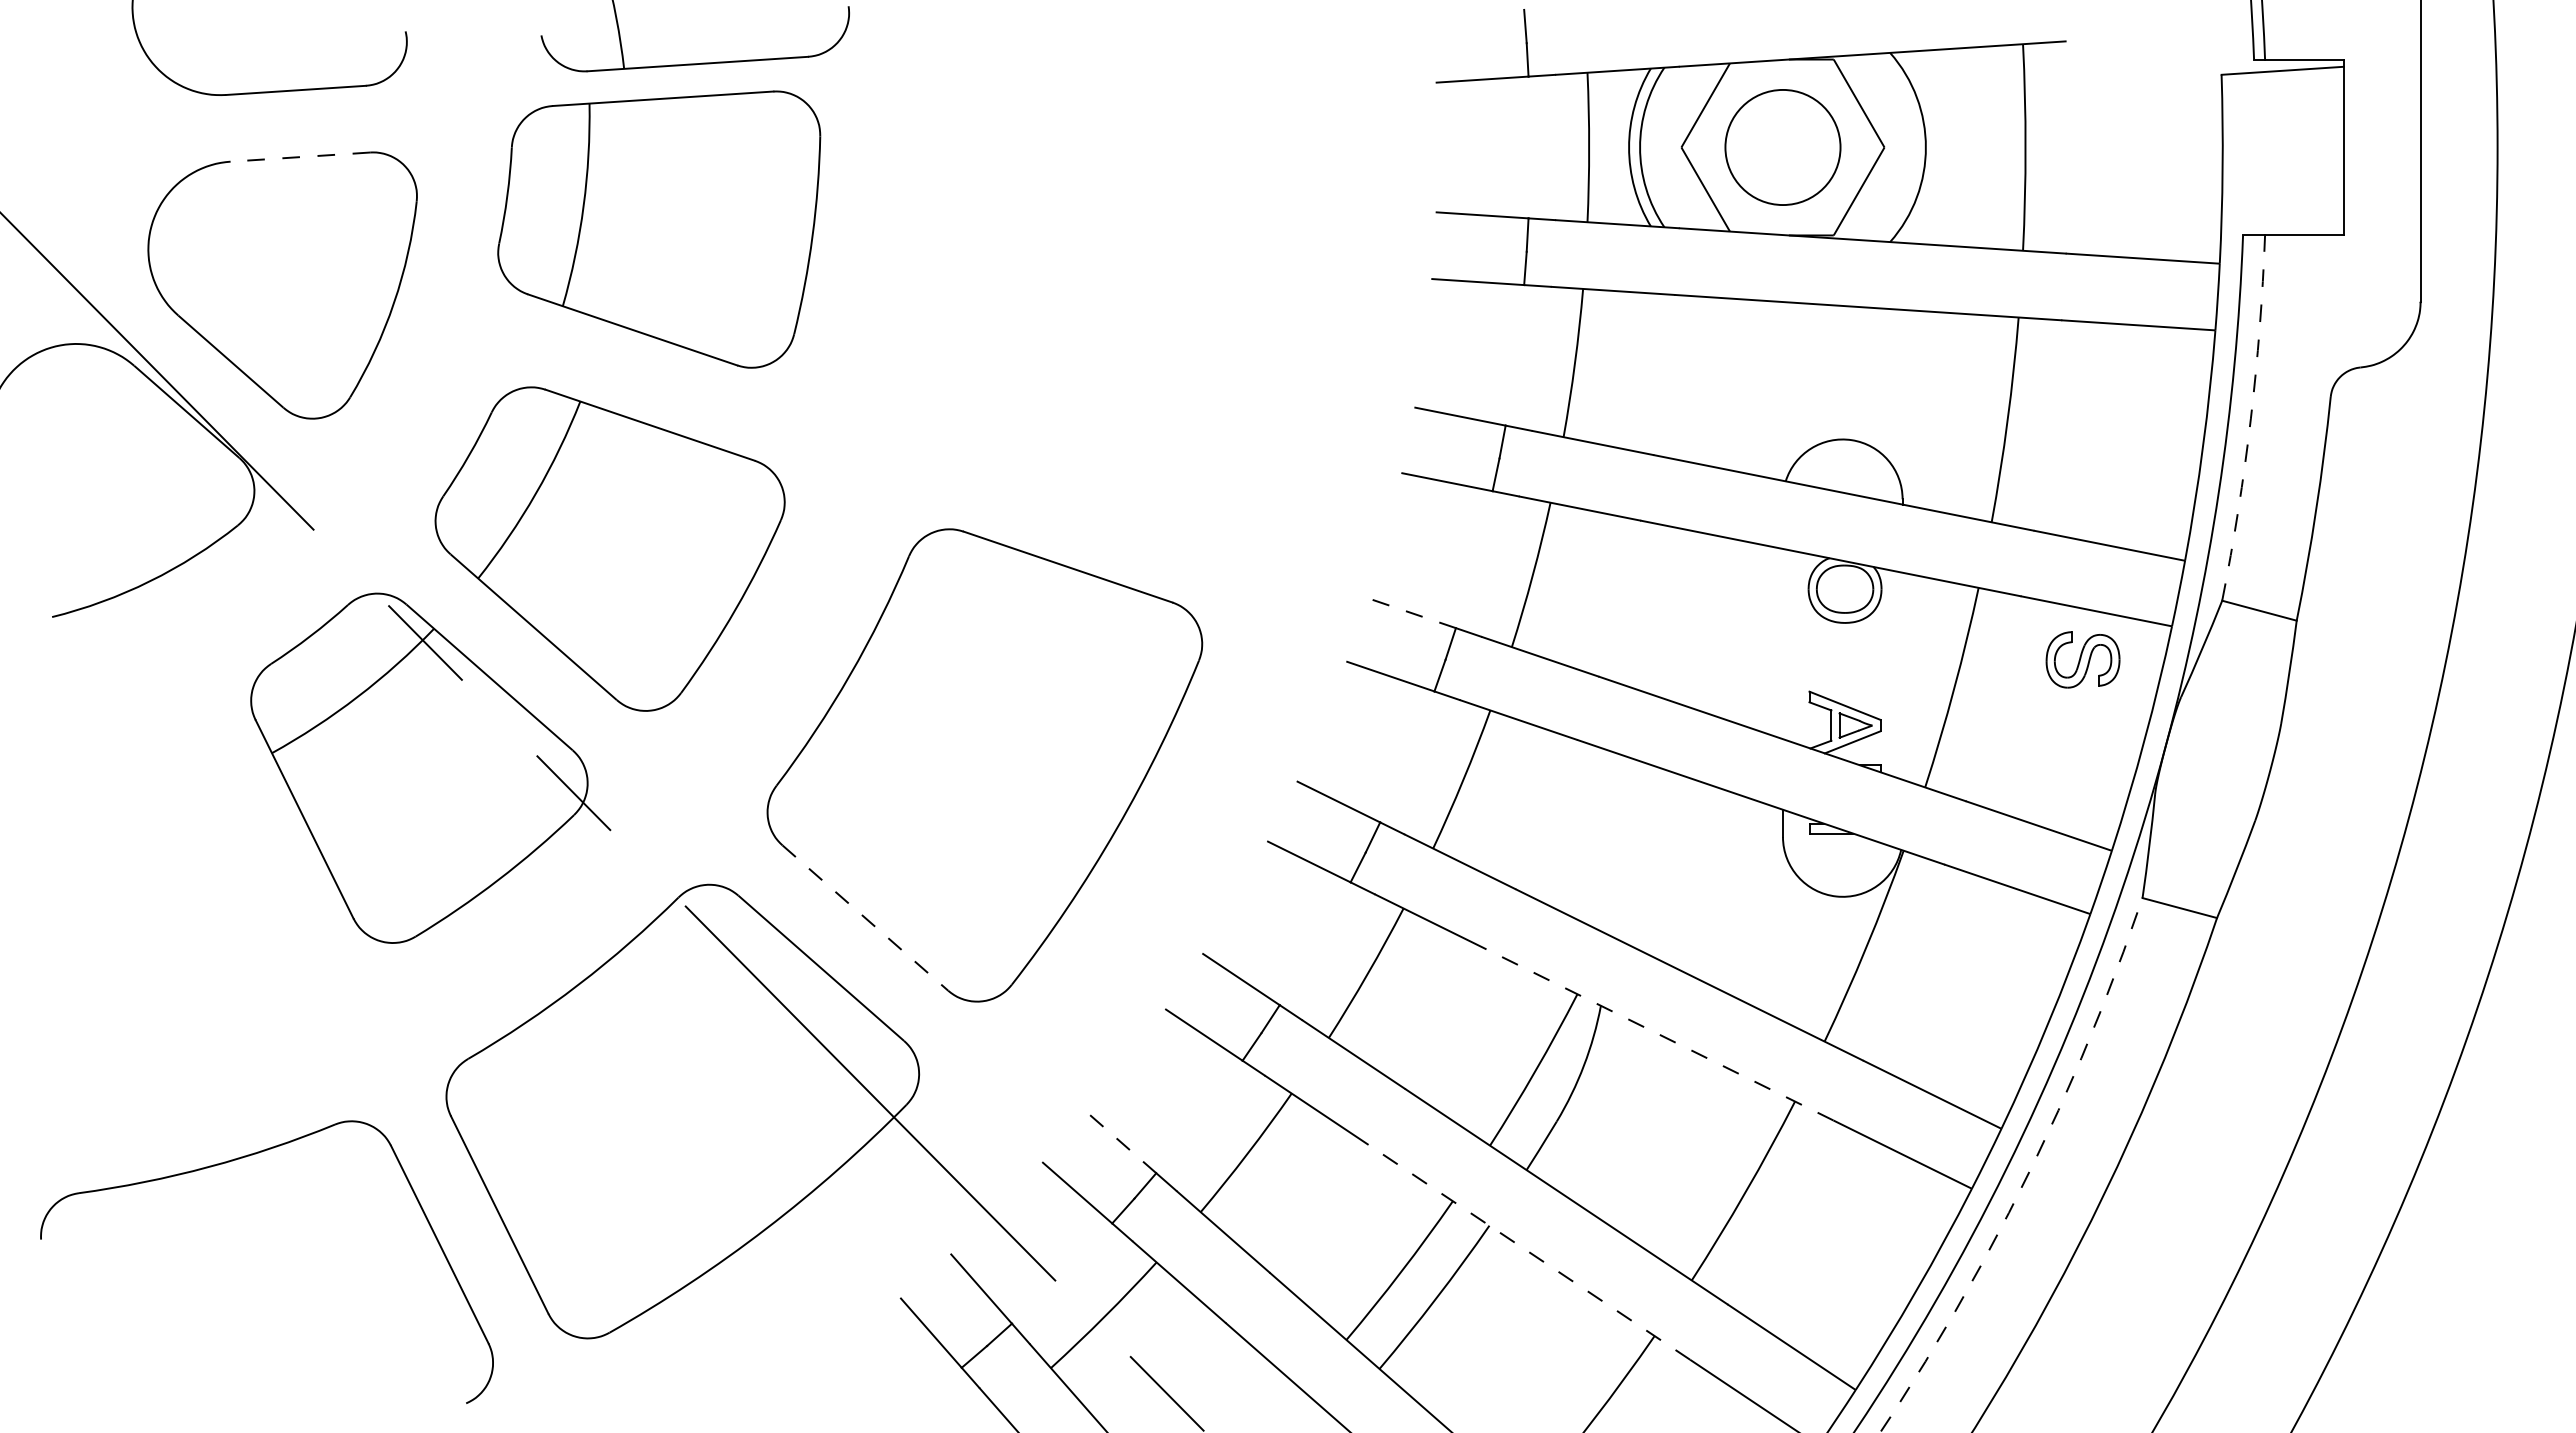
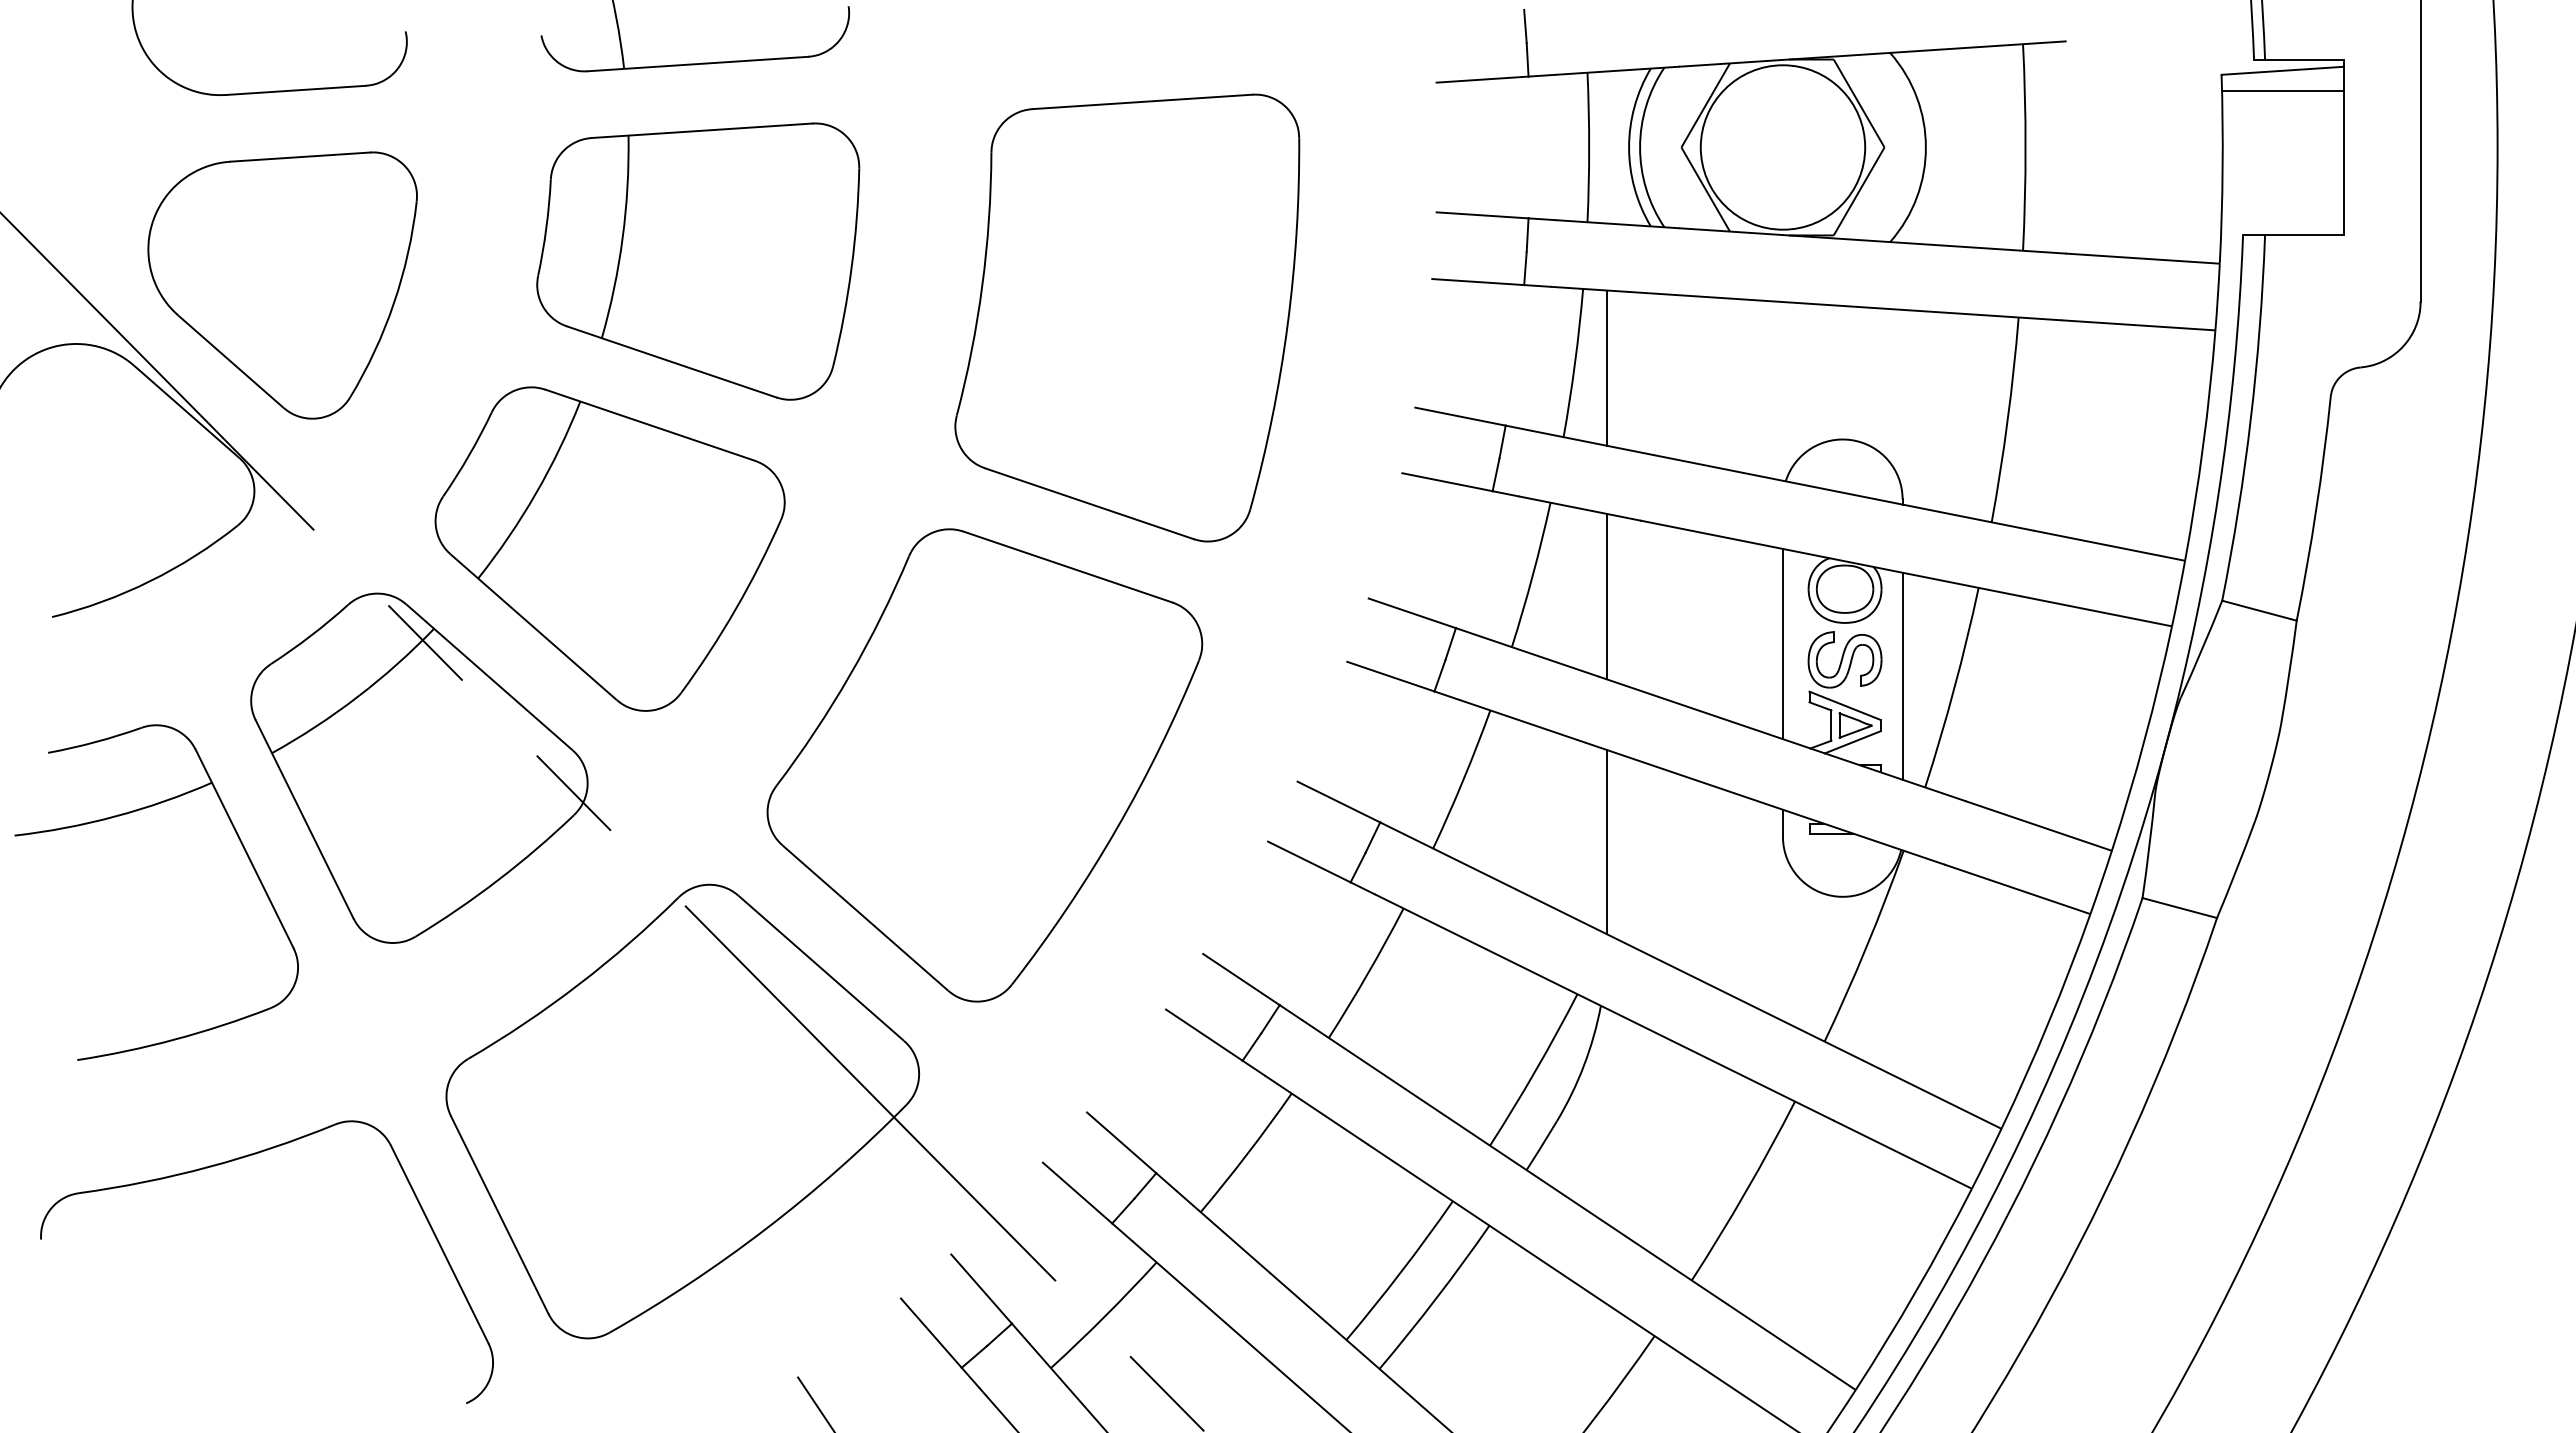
line at (2282, 91): none -> present
circle at (1782, 147) diameter: 115 px -> 164 px
line at (300, 157): dashed -> solid
part at (659, 229) position: (659, 229) -> (698, 261)
part at (1127, 317): none -> present
line at (1607, 367): none -> present
arc at (2250, 418): dashed -> solid
line at (1607, 596): none -> present
line at (1411, 613): dashed -> solid
line at (1782, 643): none -> present
part at (2082, 659) position: (2082, 659) -> (1844, 659)
line at (1902, 675): none -> present
part at (130, 813): none -> present
line at (1607, 842): none -> present
line at (865, 917): dashed -> solid
line at (1659, 1034): dashed -> solid
line at (1121, 1142): dashed -> solid
arc at (2029, 1171): dashed -> solid
line at (1528, 1252): dashed -> solid
line at (815, 1403): none -> present
